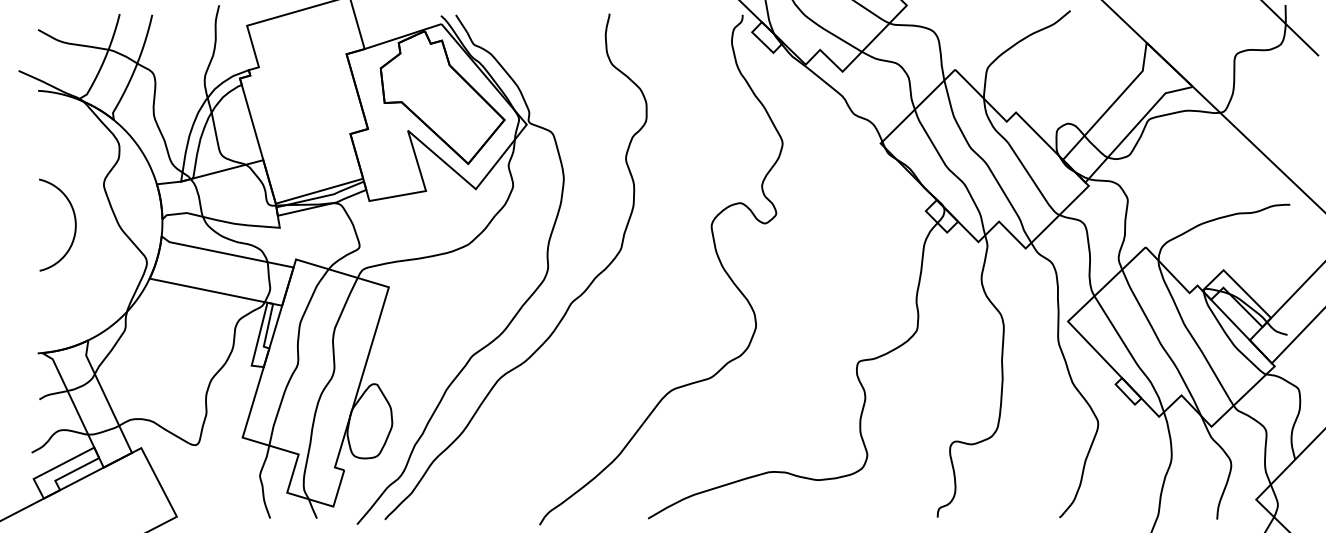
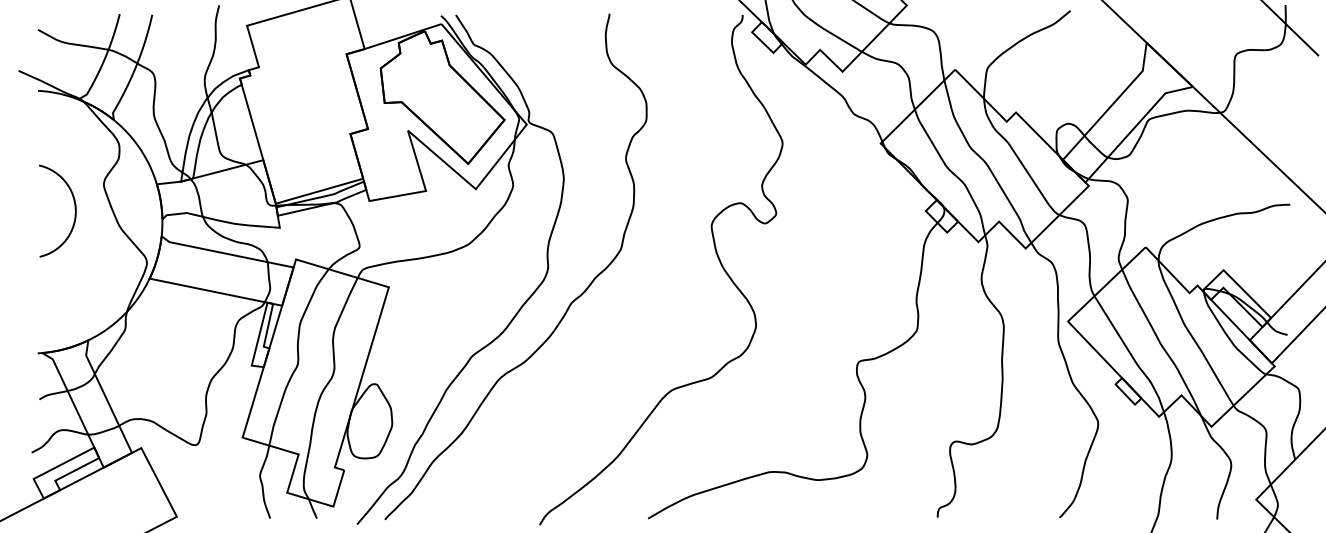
curve at (74, 223) position: (74, 223) -> (74, 209)
